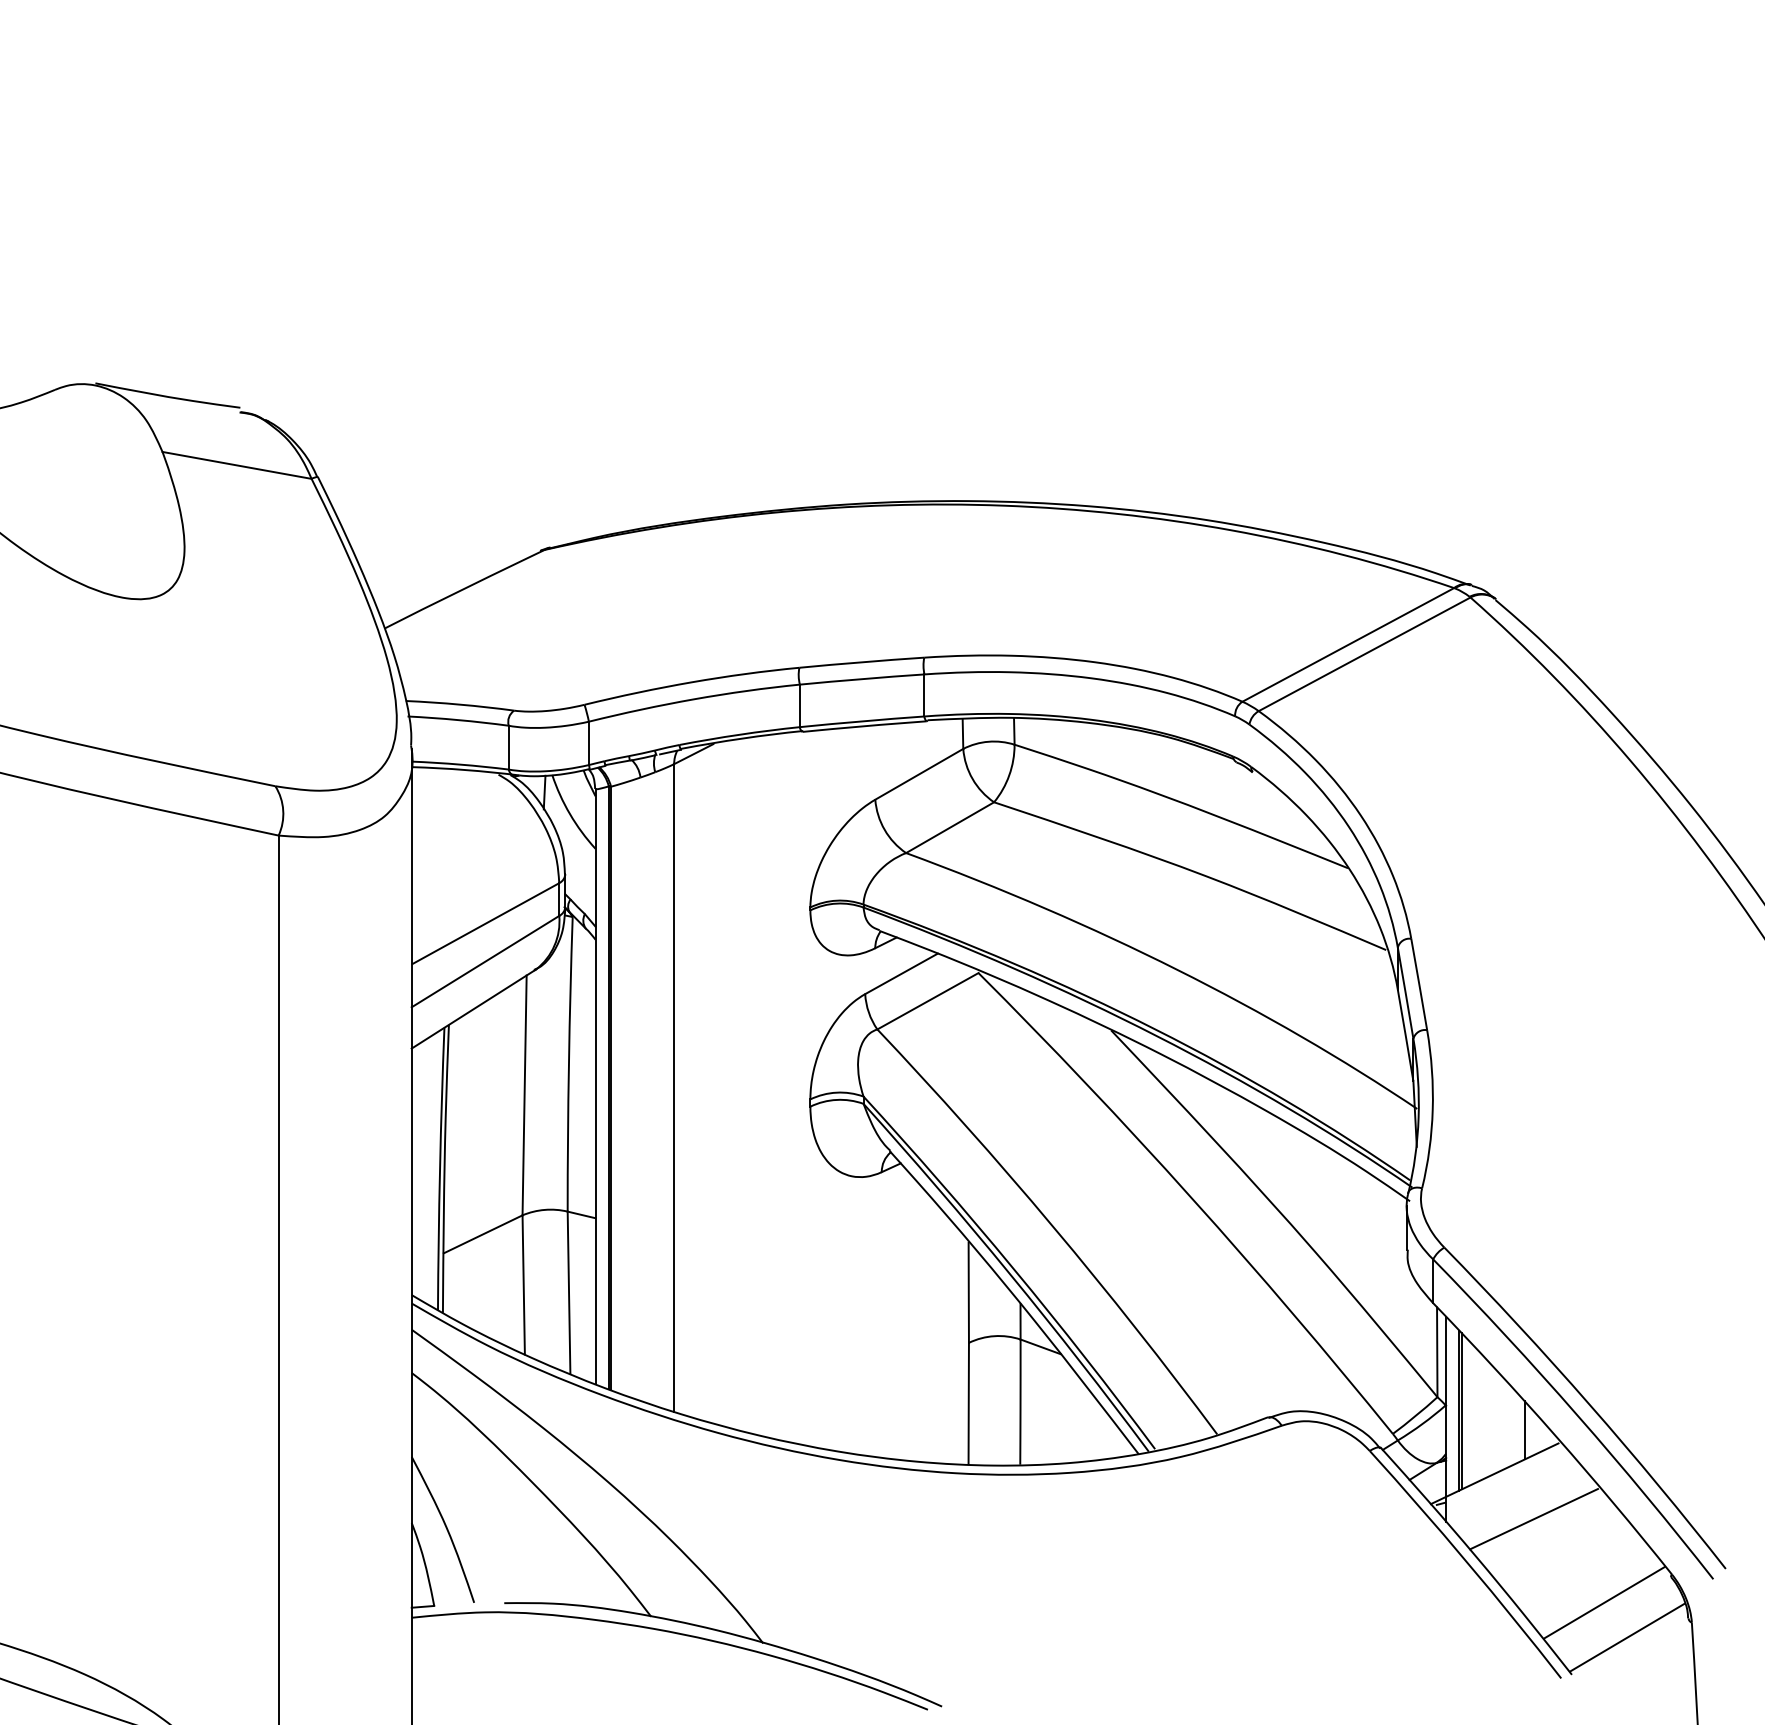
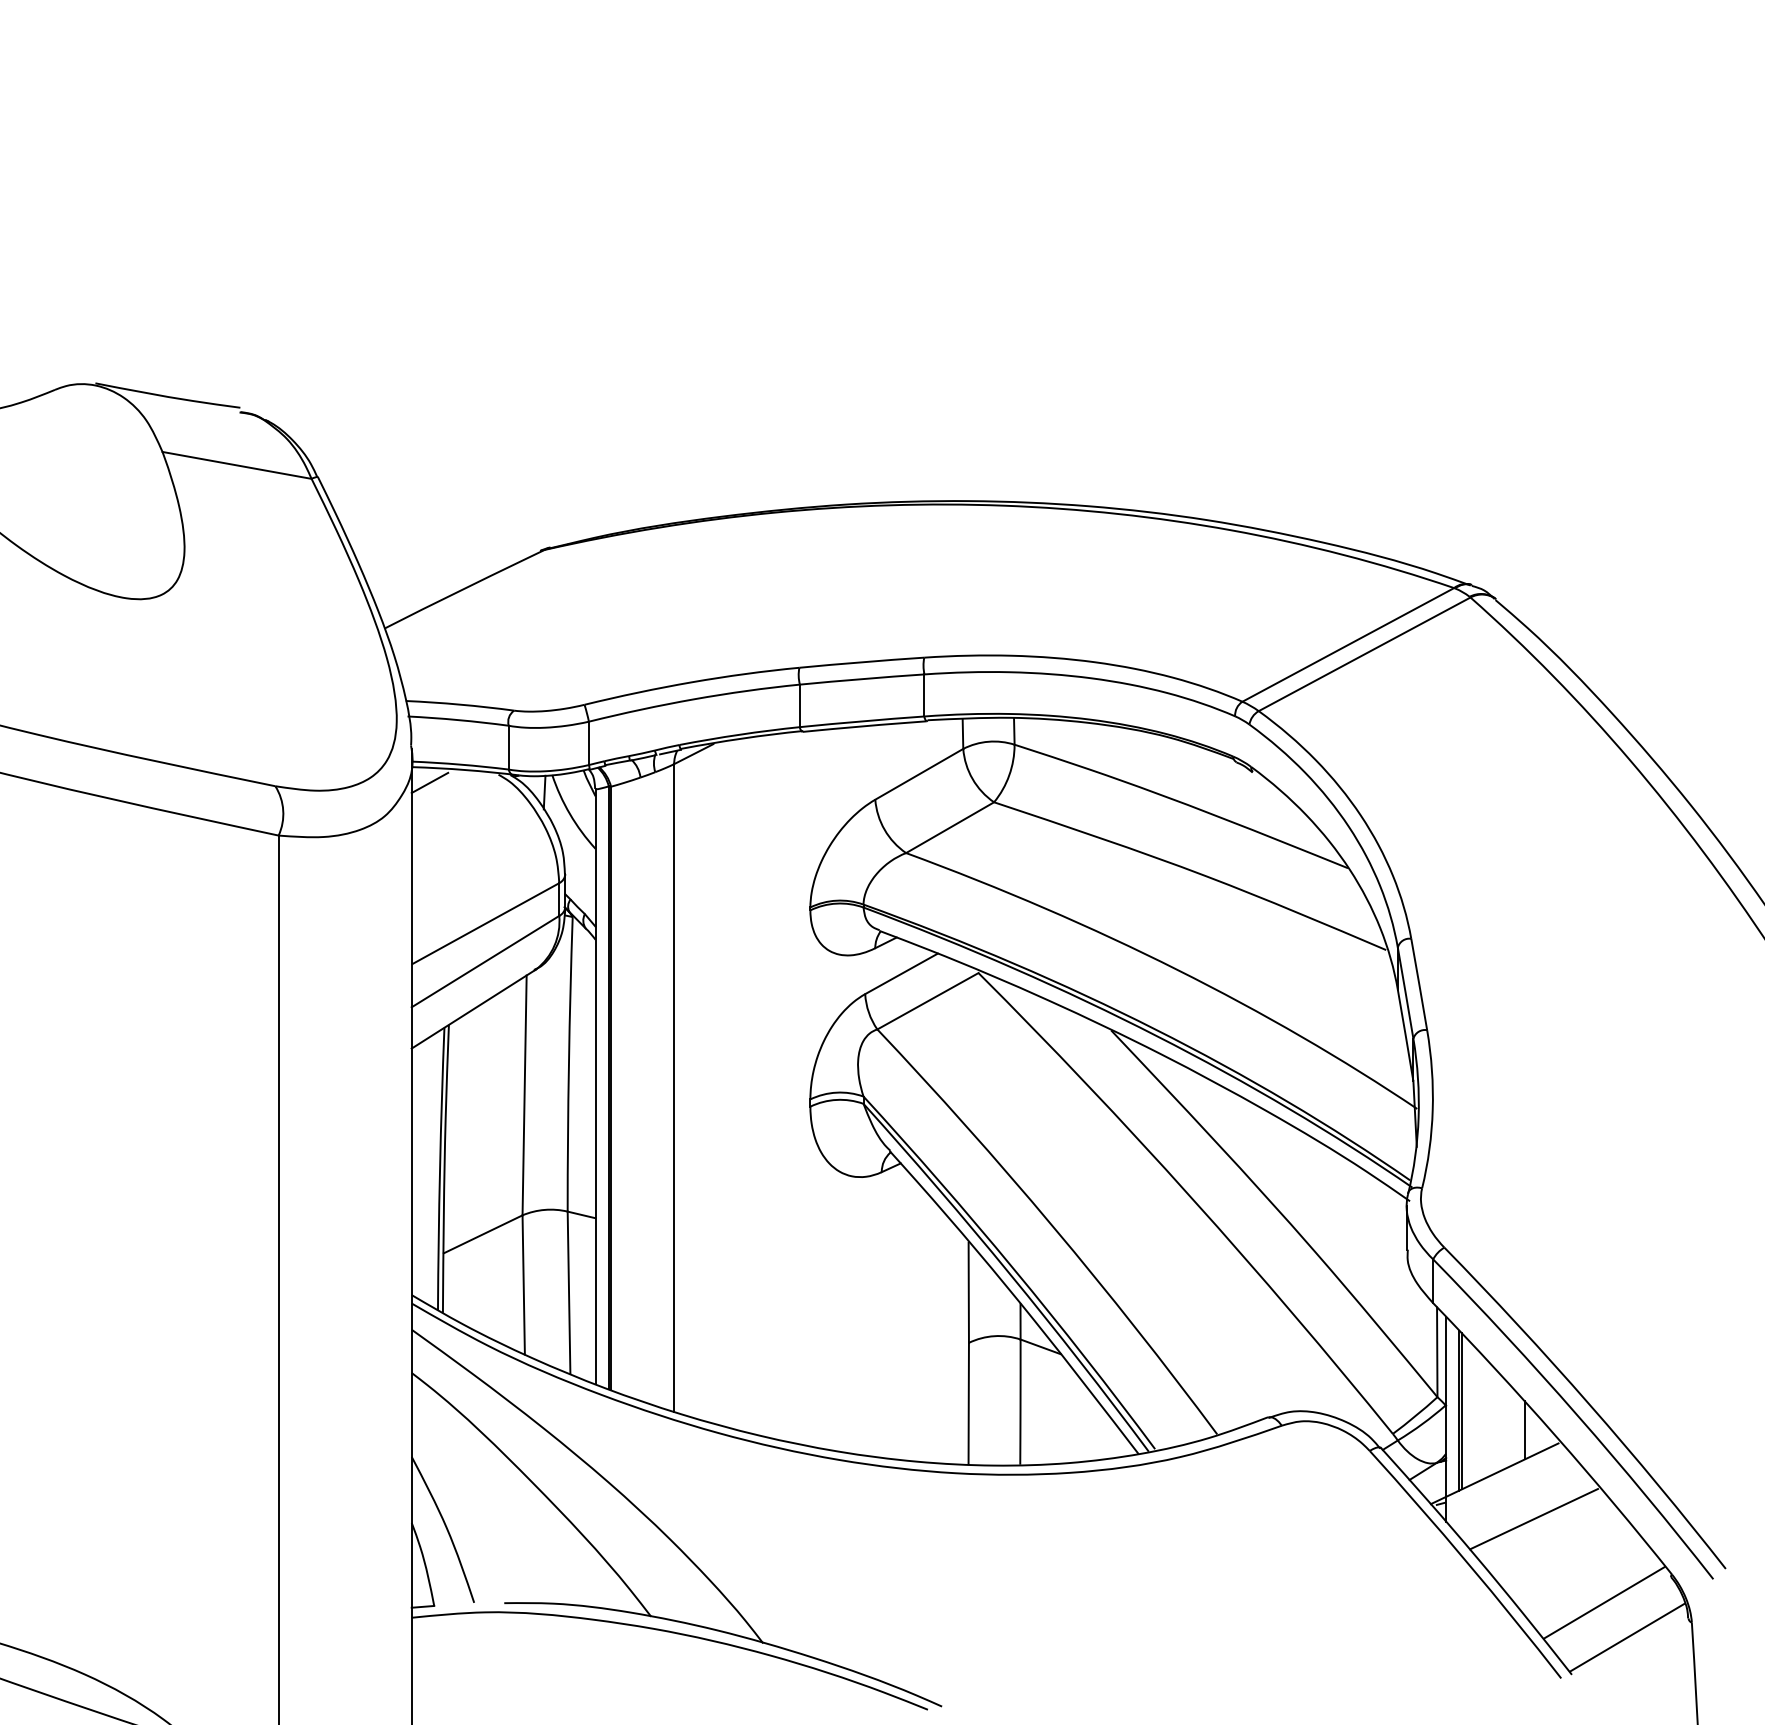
line at (429, 782): none -> present
